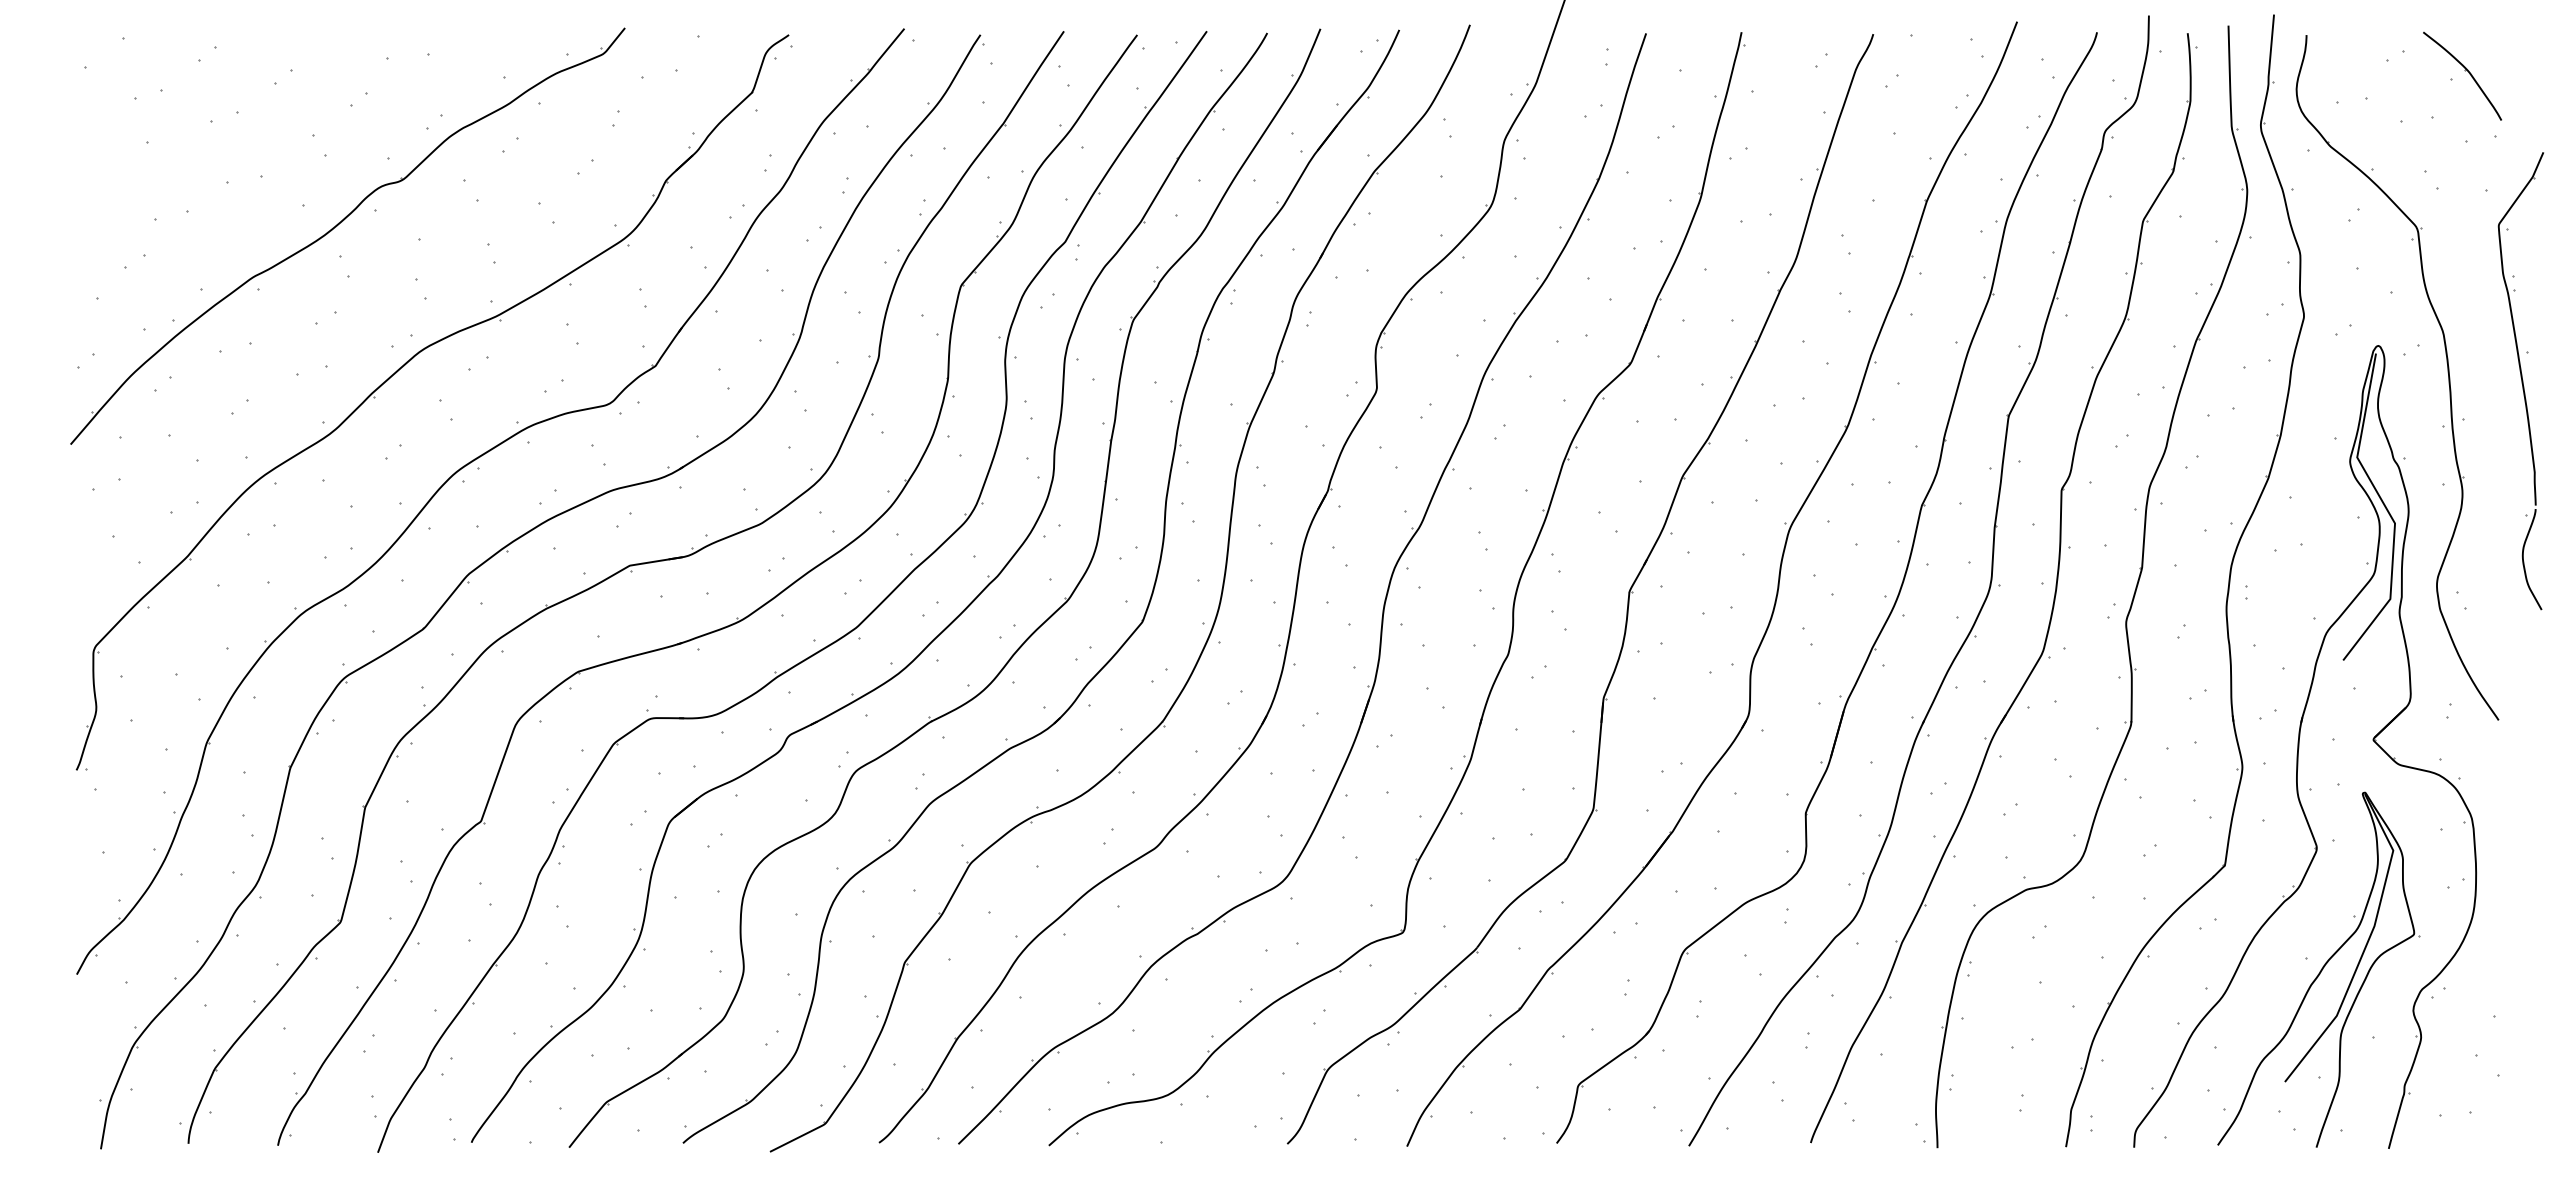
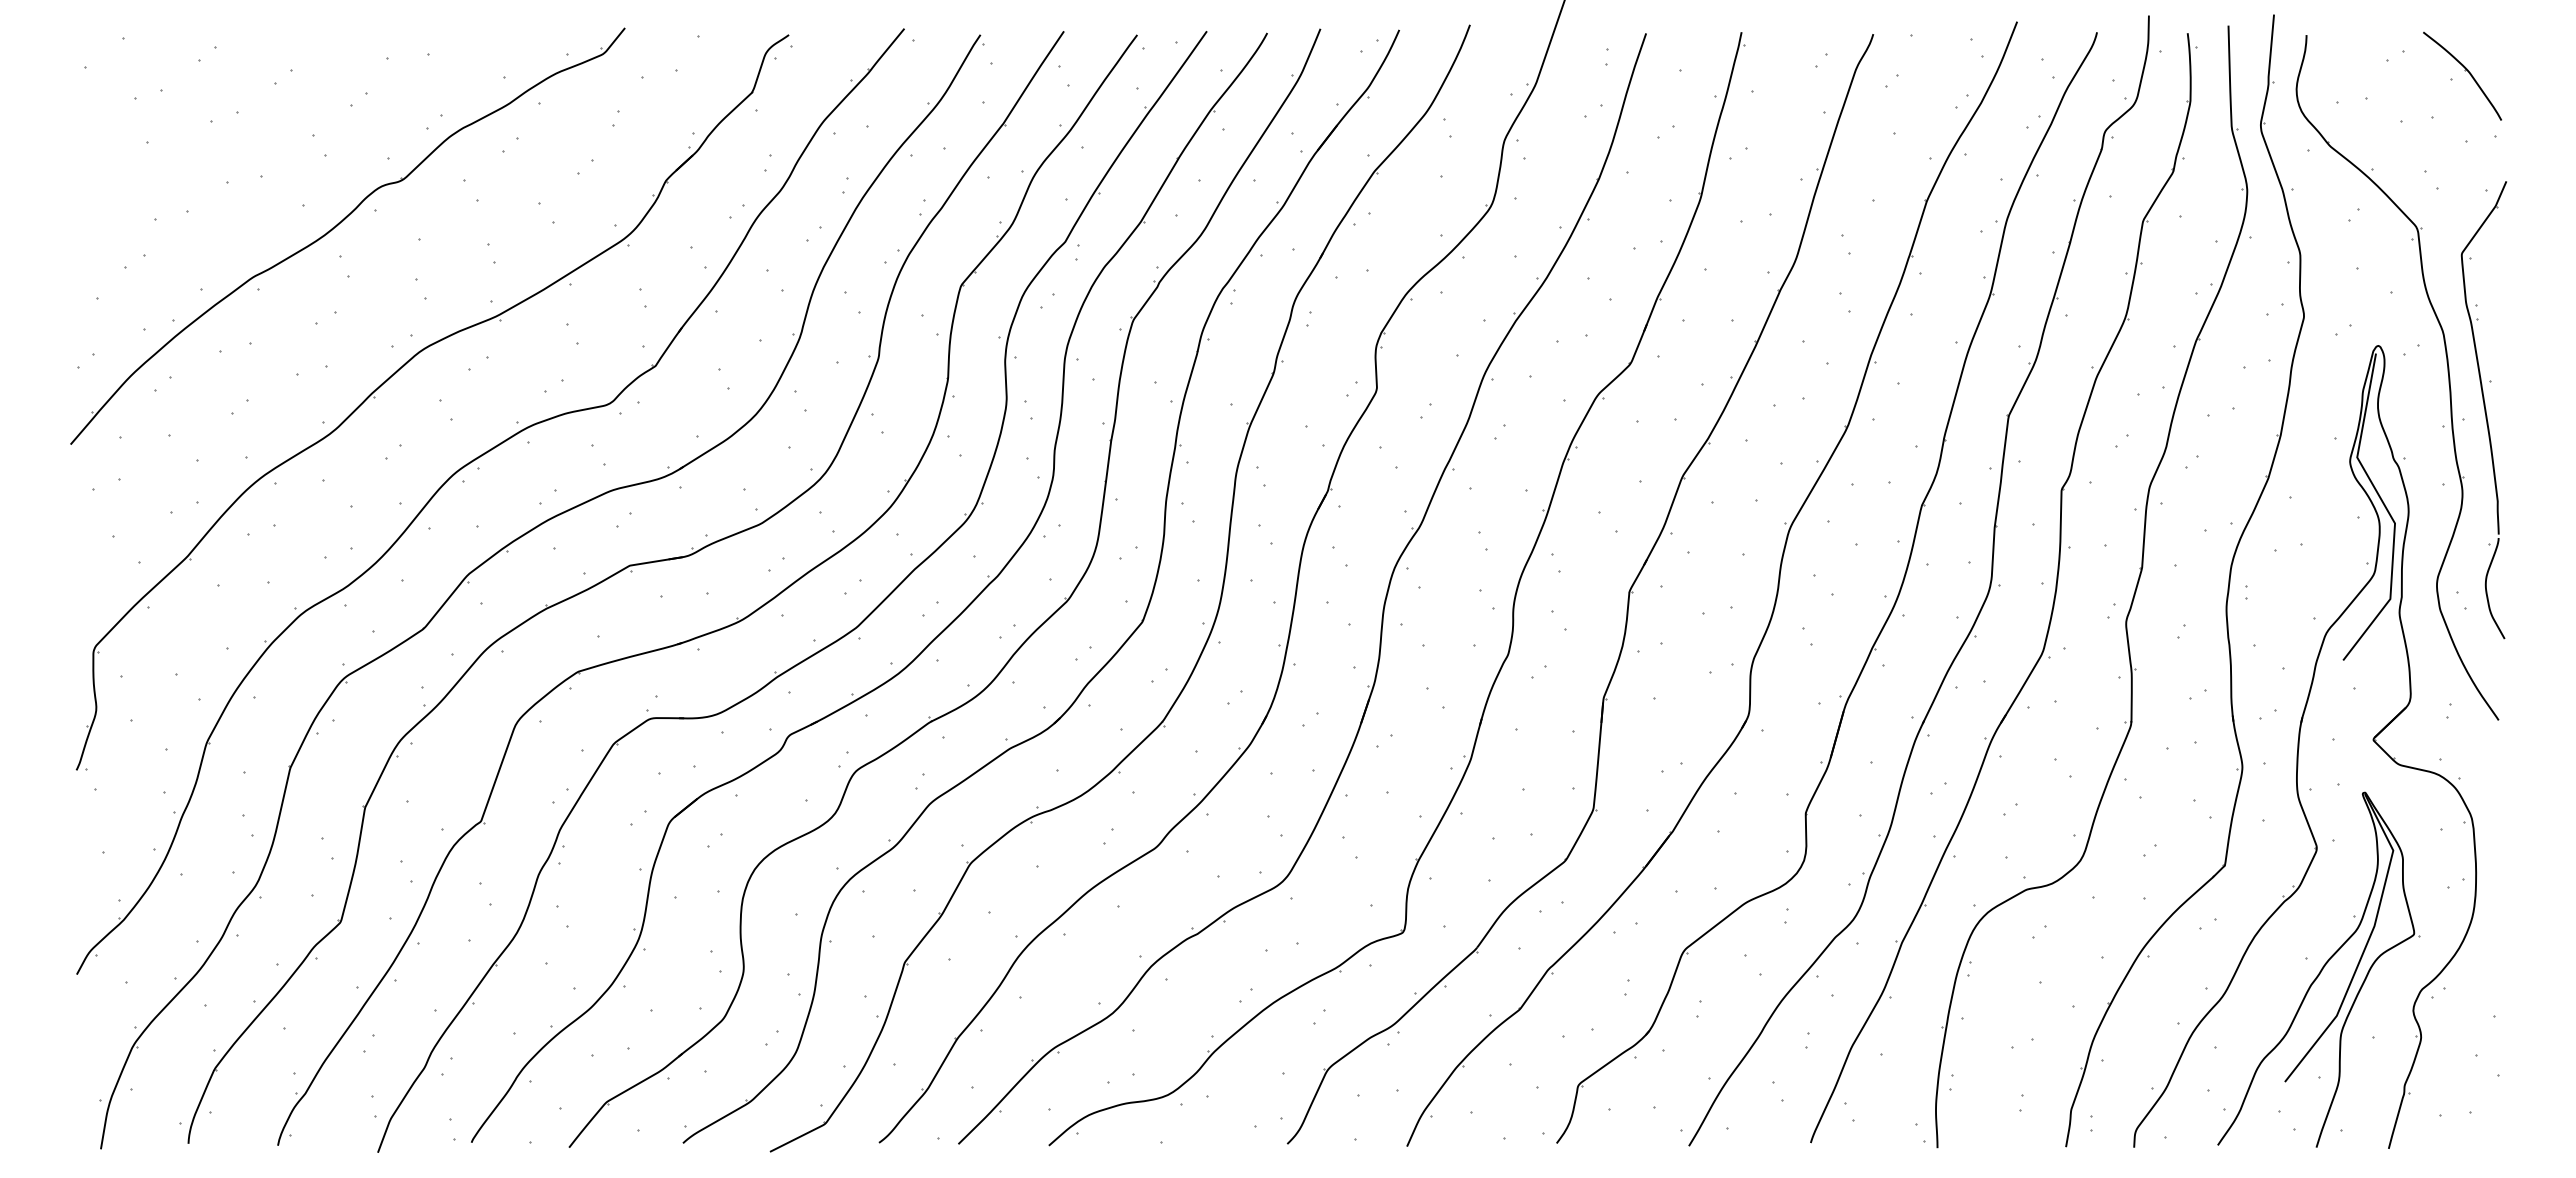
part at (2520, 381) position: (2520, 381) -> (2483, 410)
